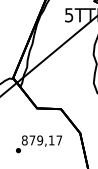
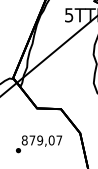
text at (51, 140): 879,17 -> 879,07
